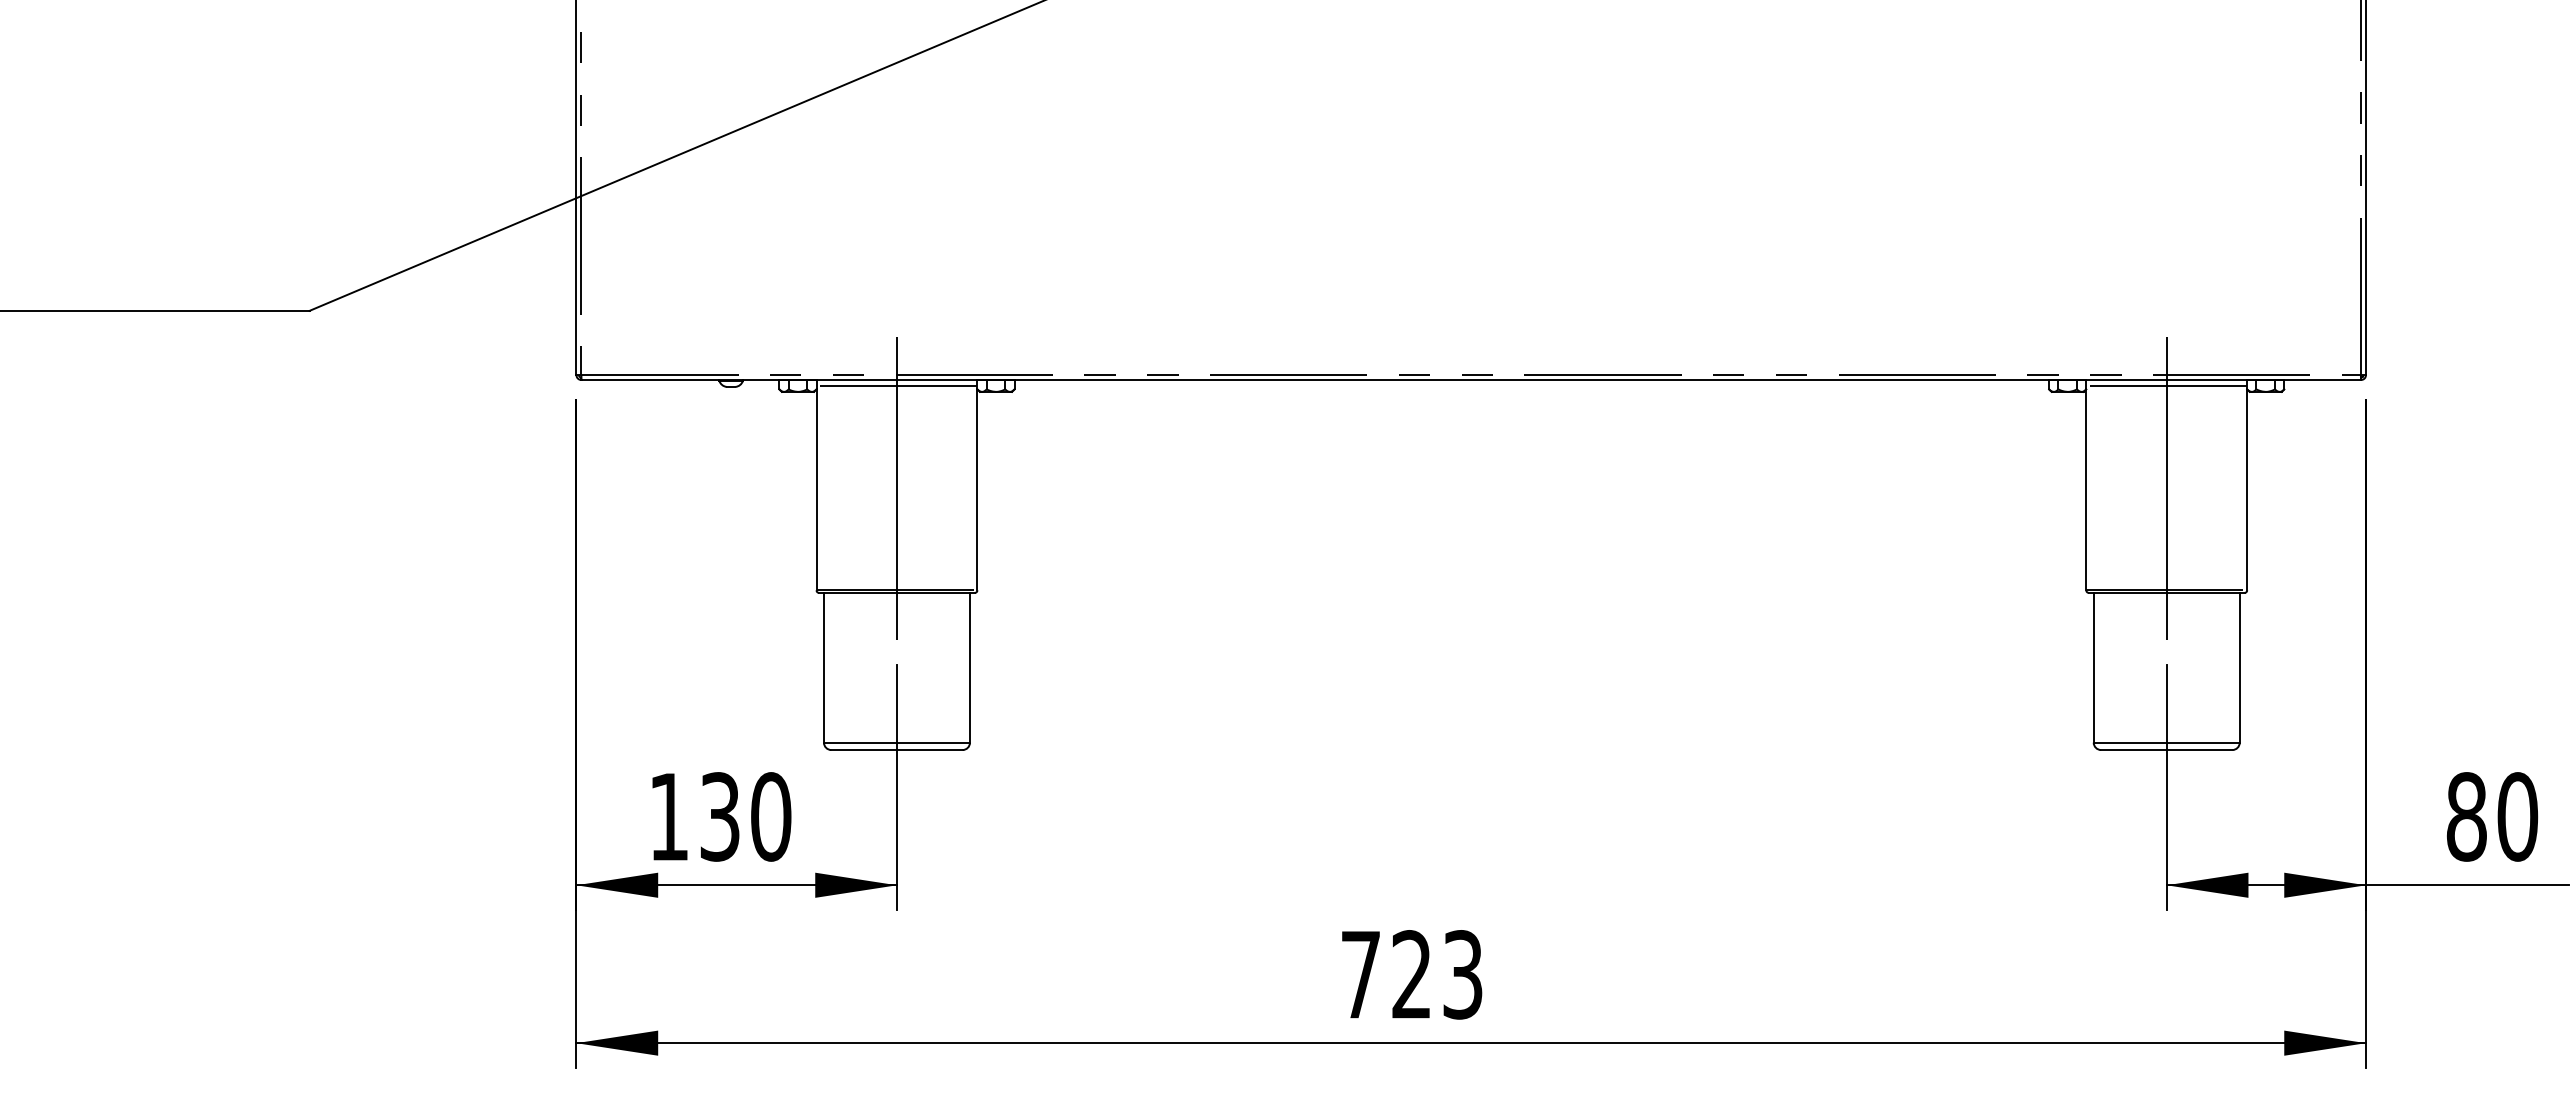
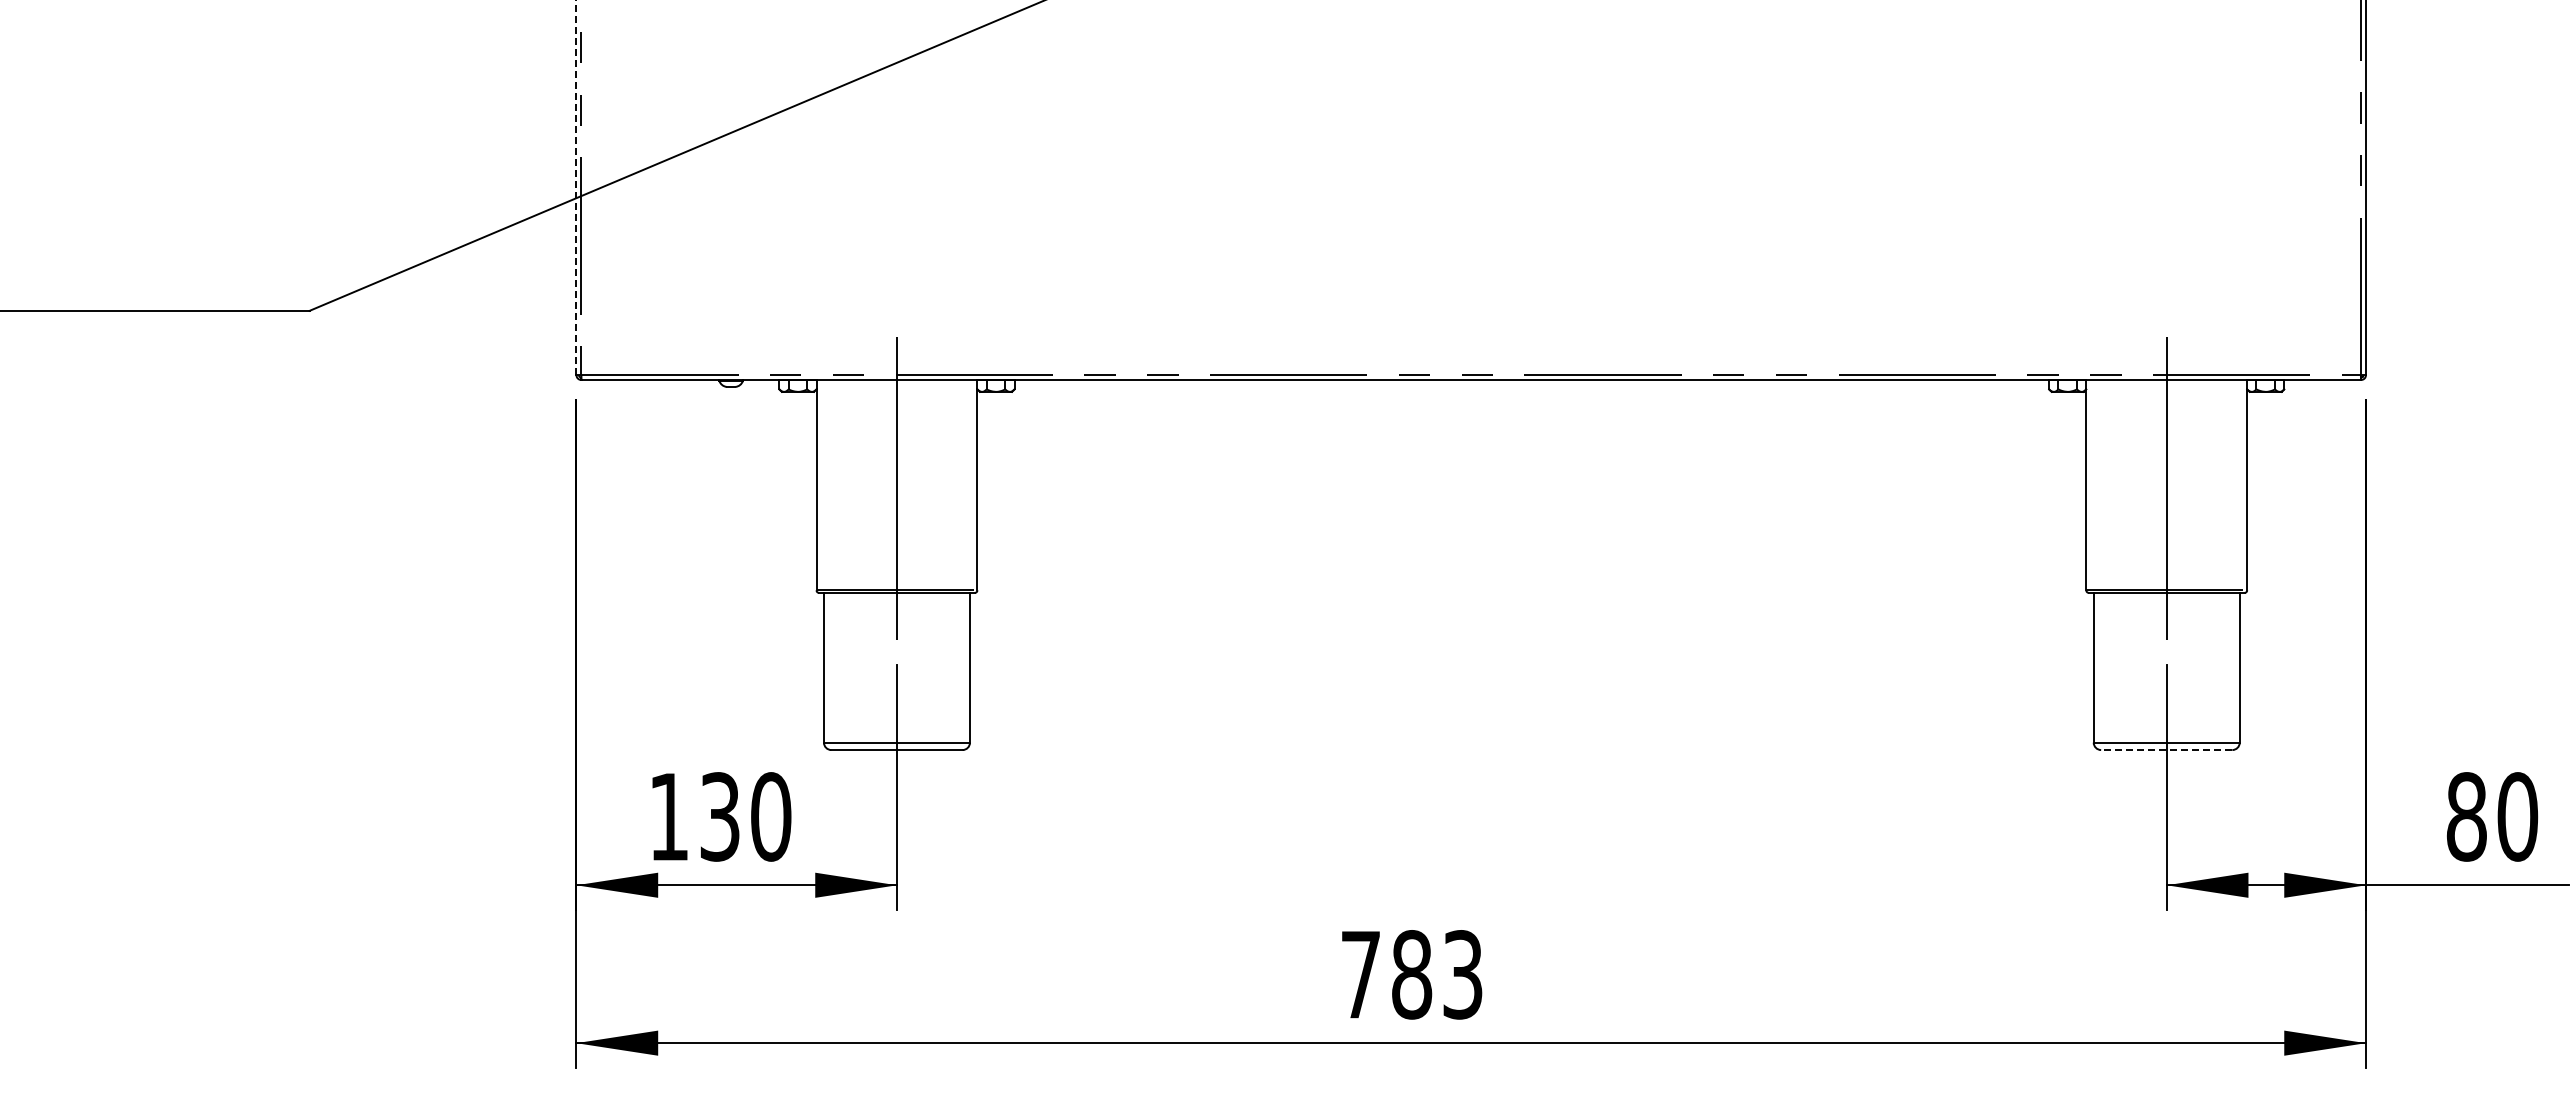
line at (576, 187): solid -> dashed
line at (896, 386): present -> none
line at (2166, 386): present -> none
line at (2166, 750): solid -> dashed
text at (1412, 974): 723 -> 783
